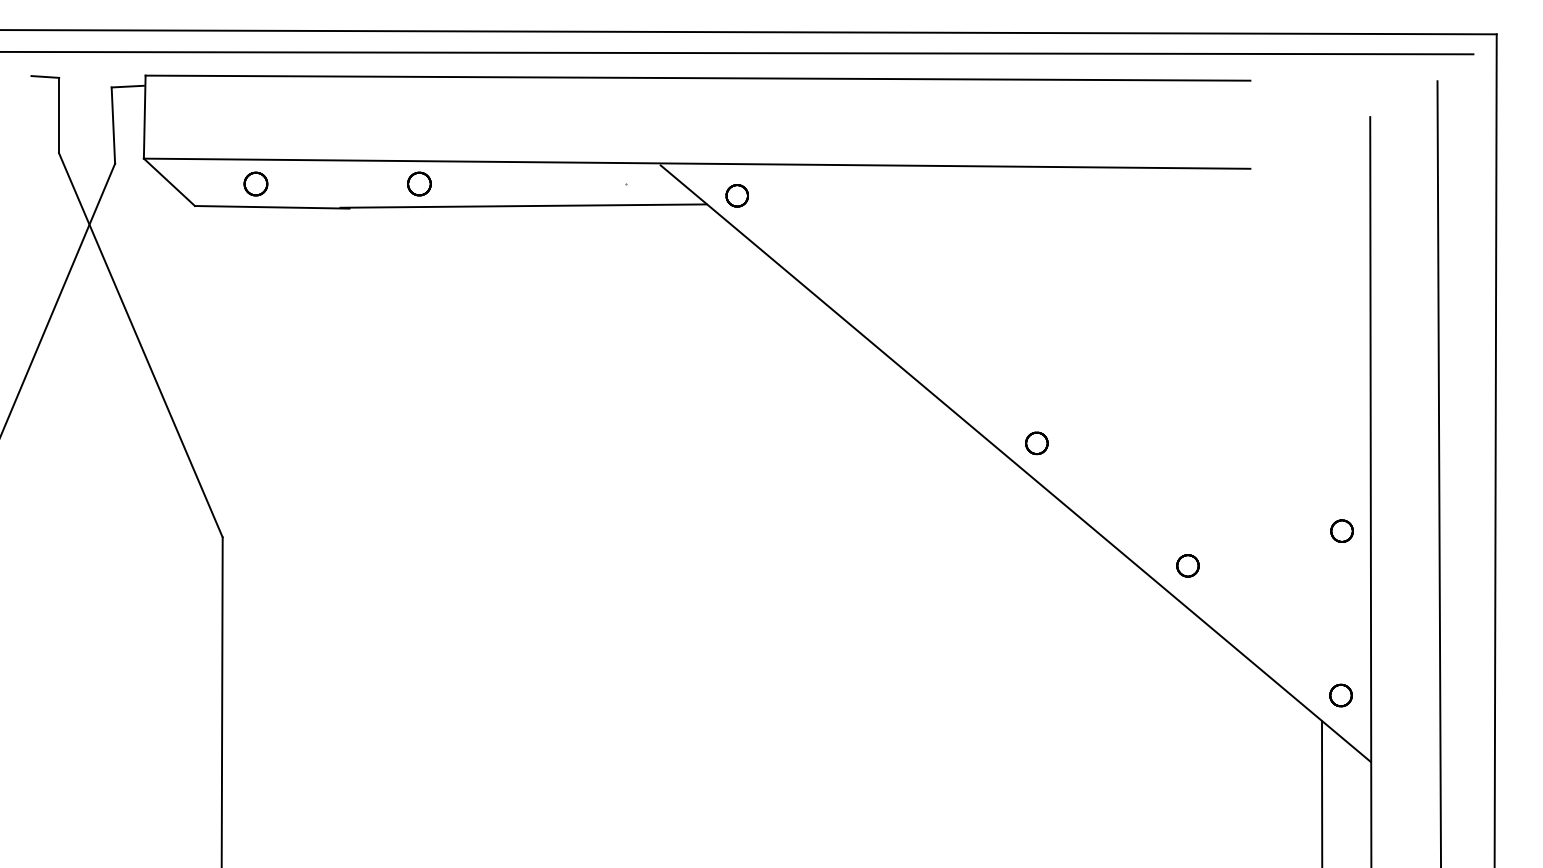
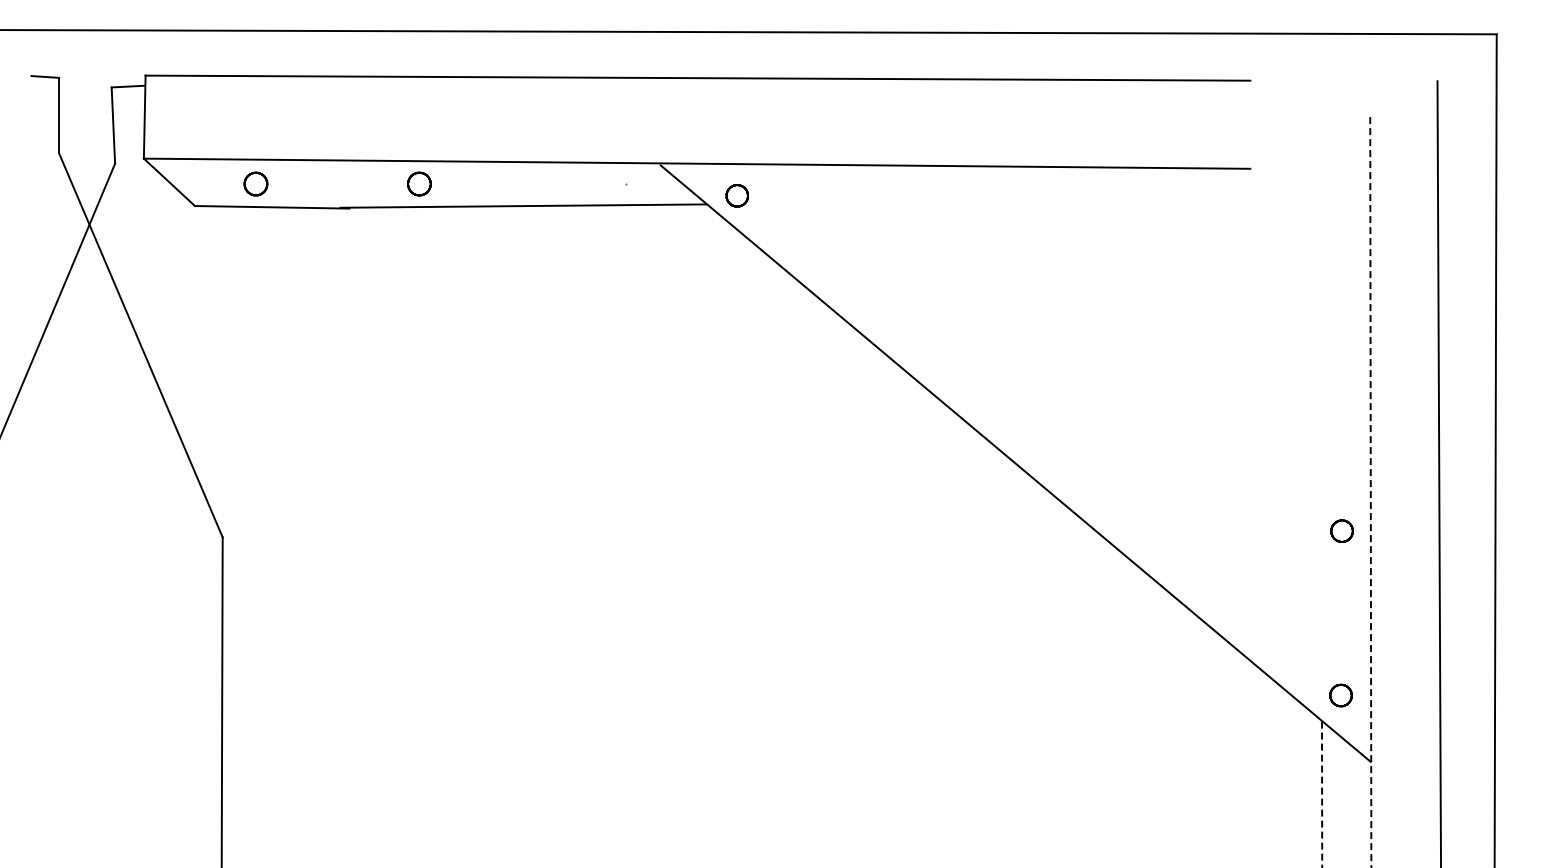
line at (737, 52): present -> none
part at (1036, 443): present -> none
line at (1370, 492): solid -> dashed
part at (1187, 565): present -> none
line at (1322, 794): solid -> dashed
